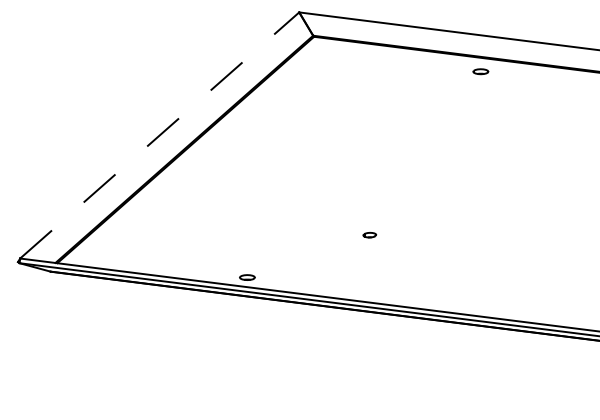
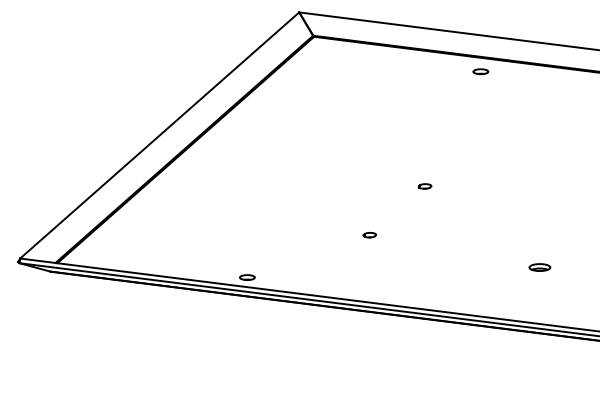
line at (159, 135): dashed -> solid
part at (424, 186): none -> present
part at (539, 267): none -> present
